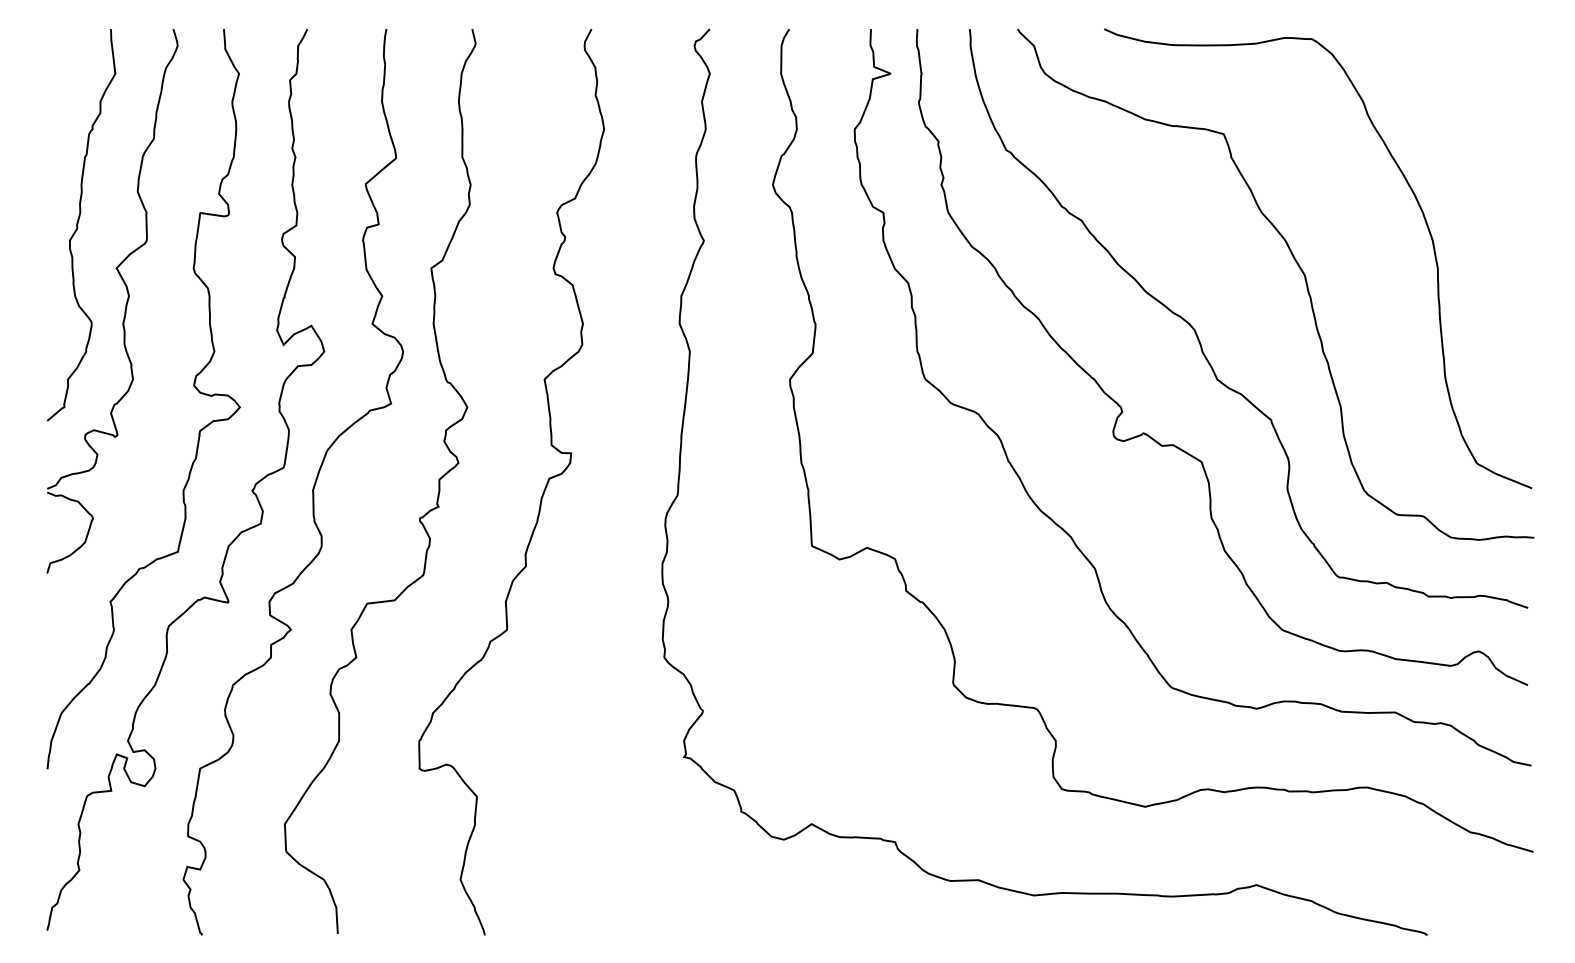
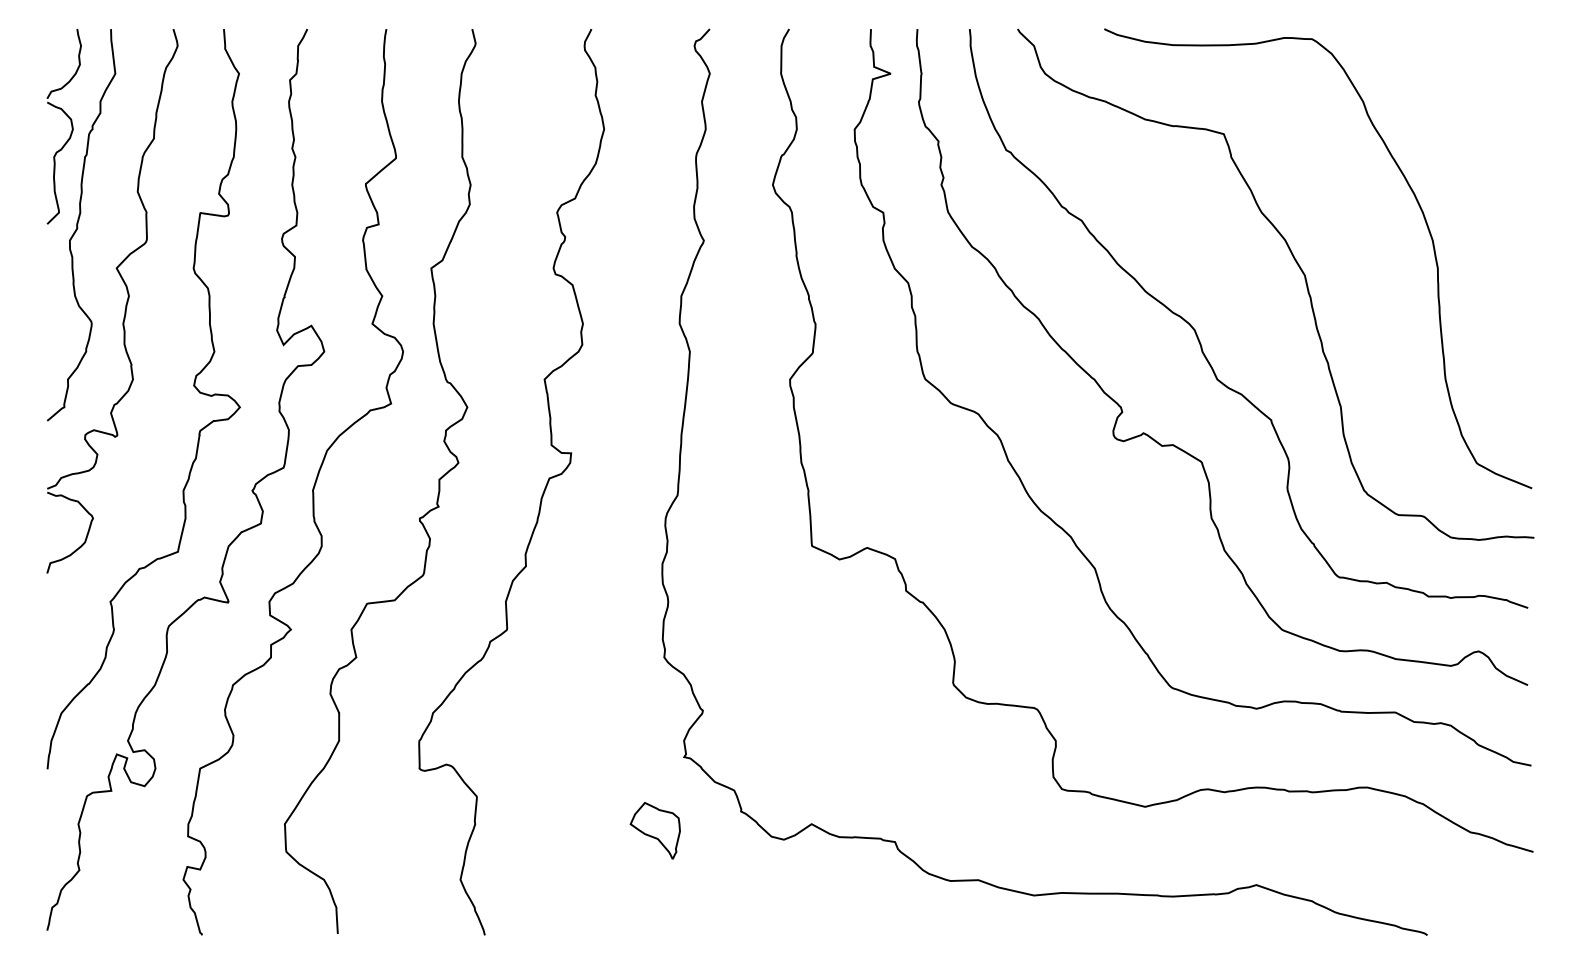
part at (71, 126): none -> present
part at (654, 830): none -> present
